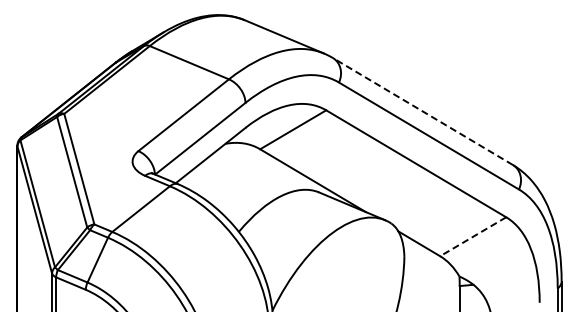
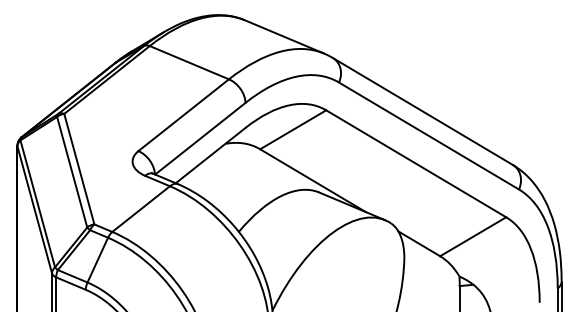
line at (422, 111): dashed -> solid
line at (472, 237): dashed -> solid
